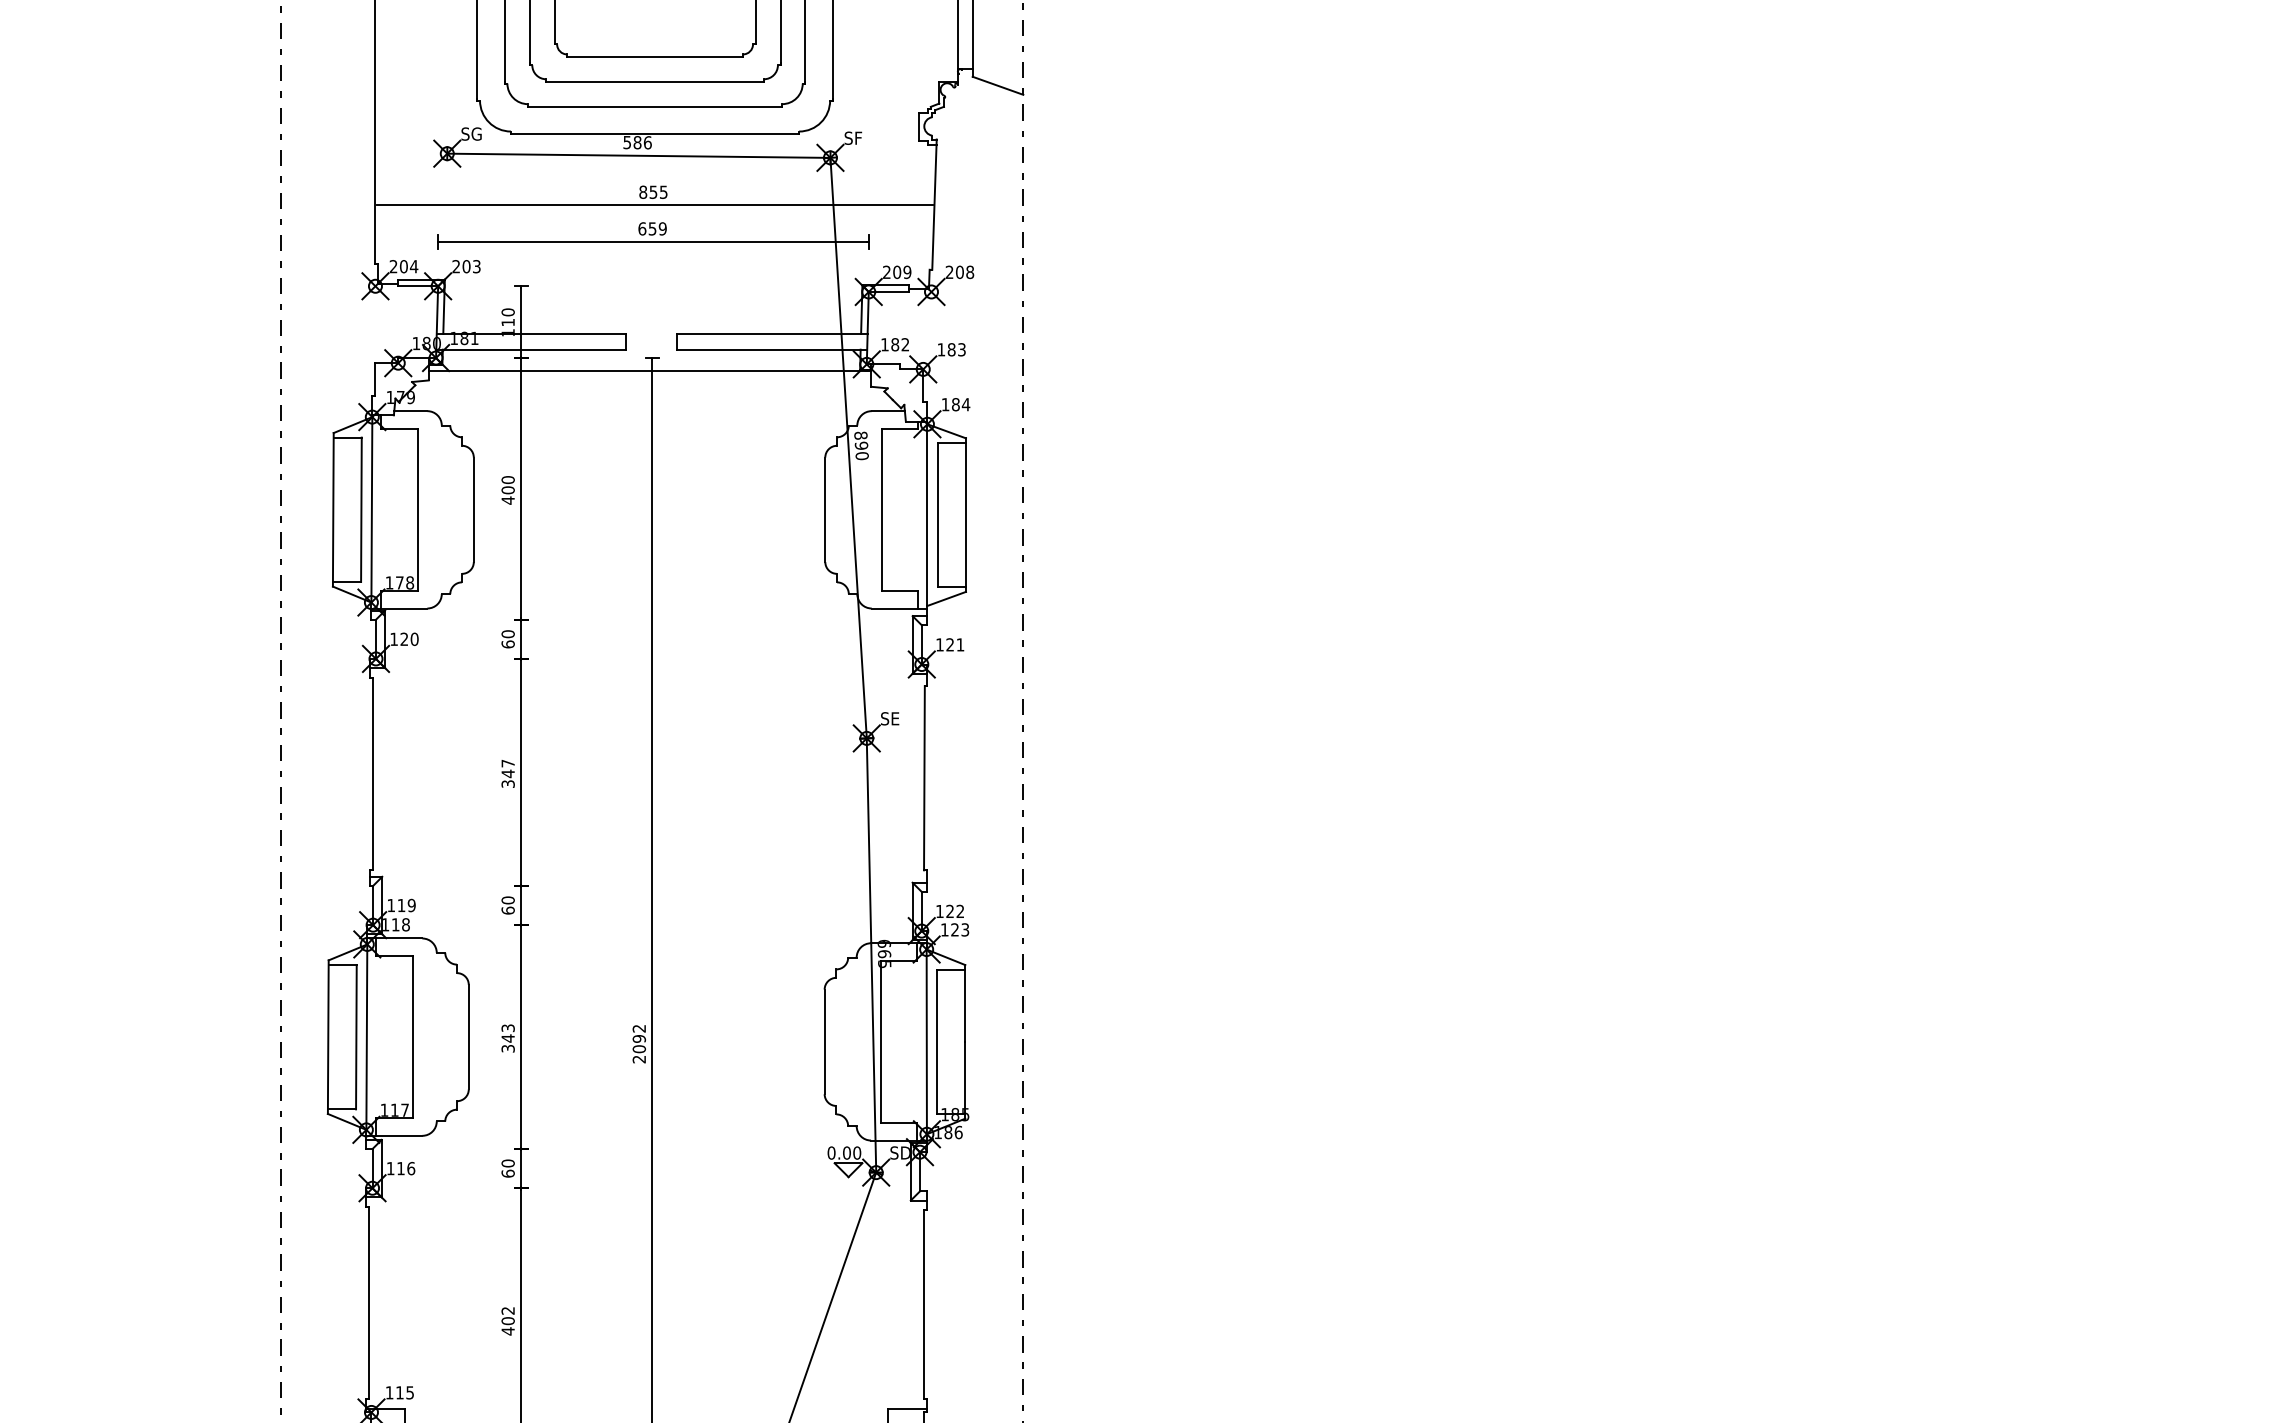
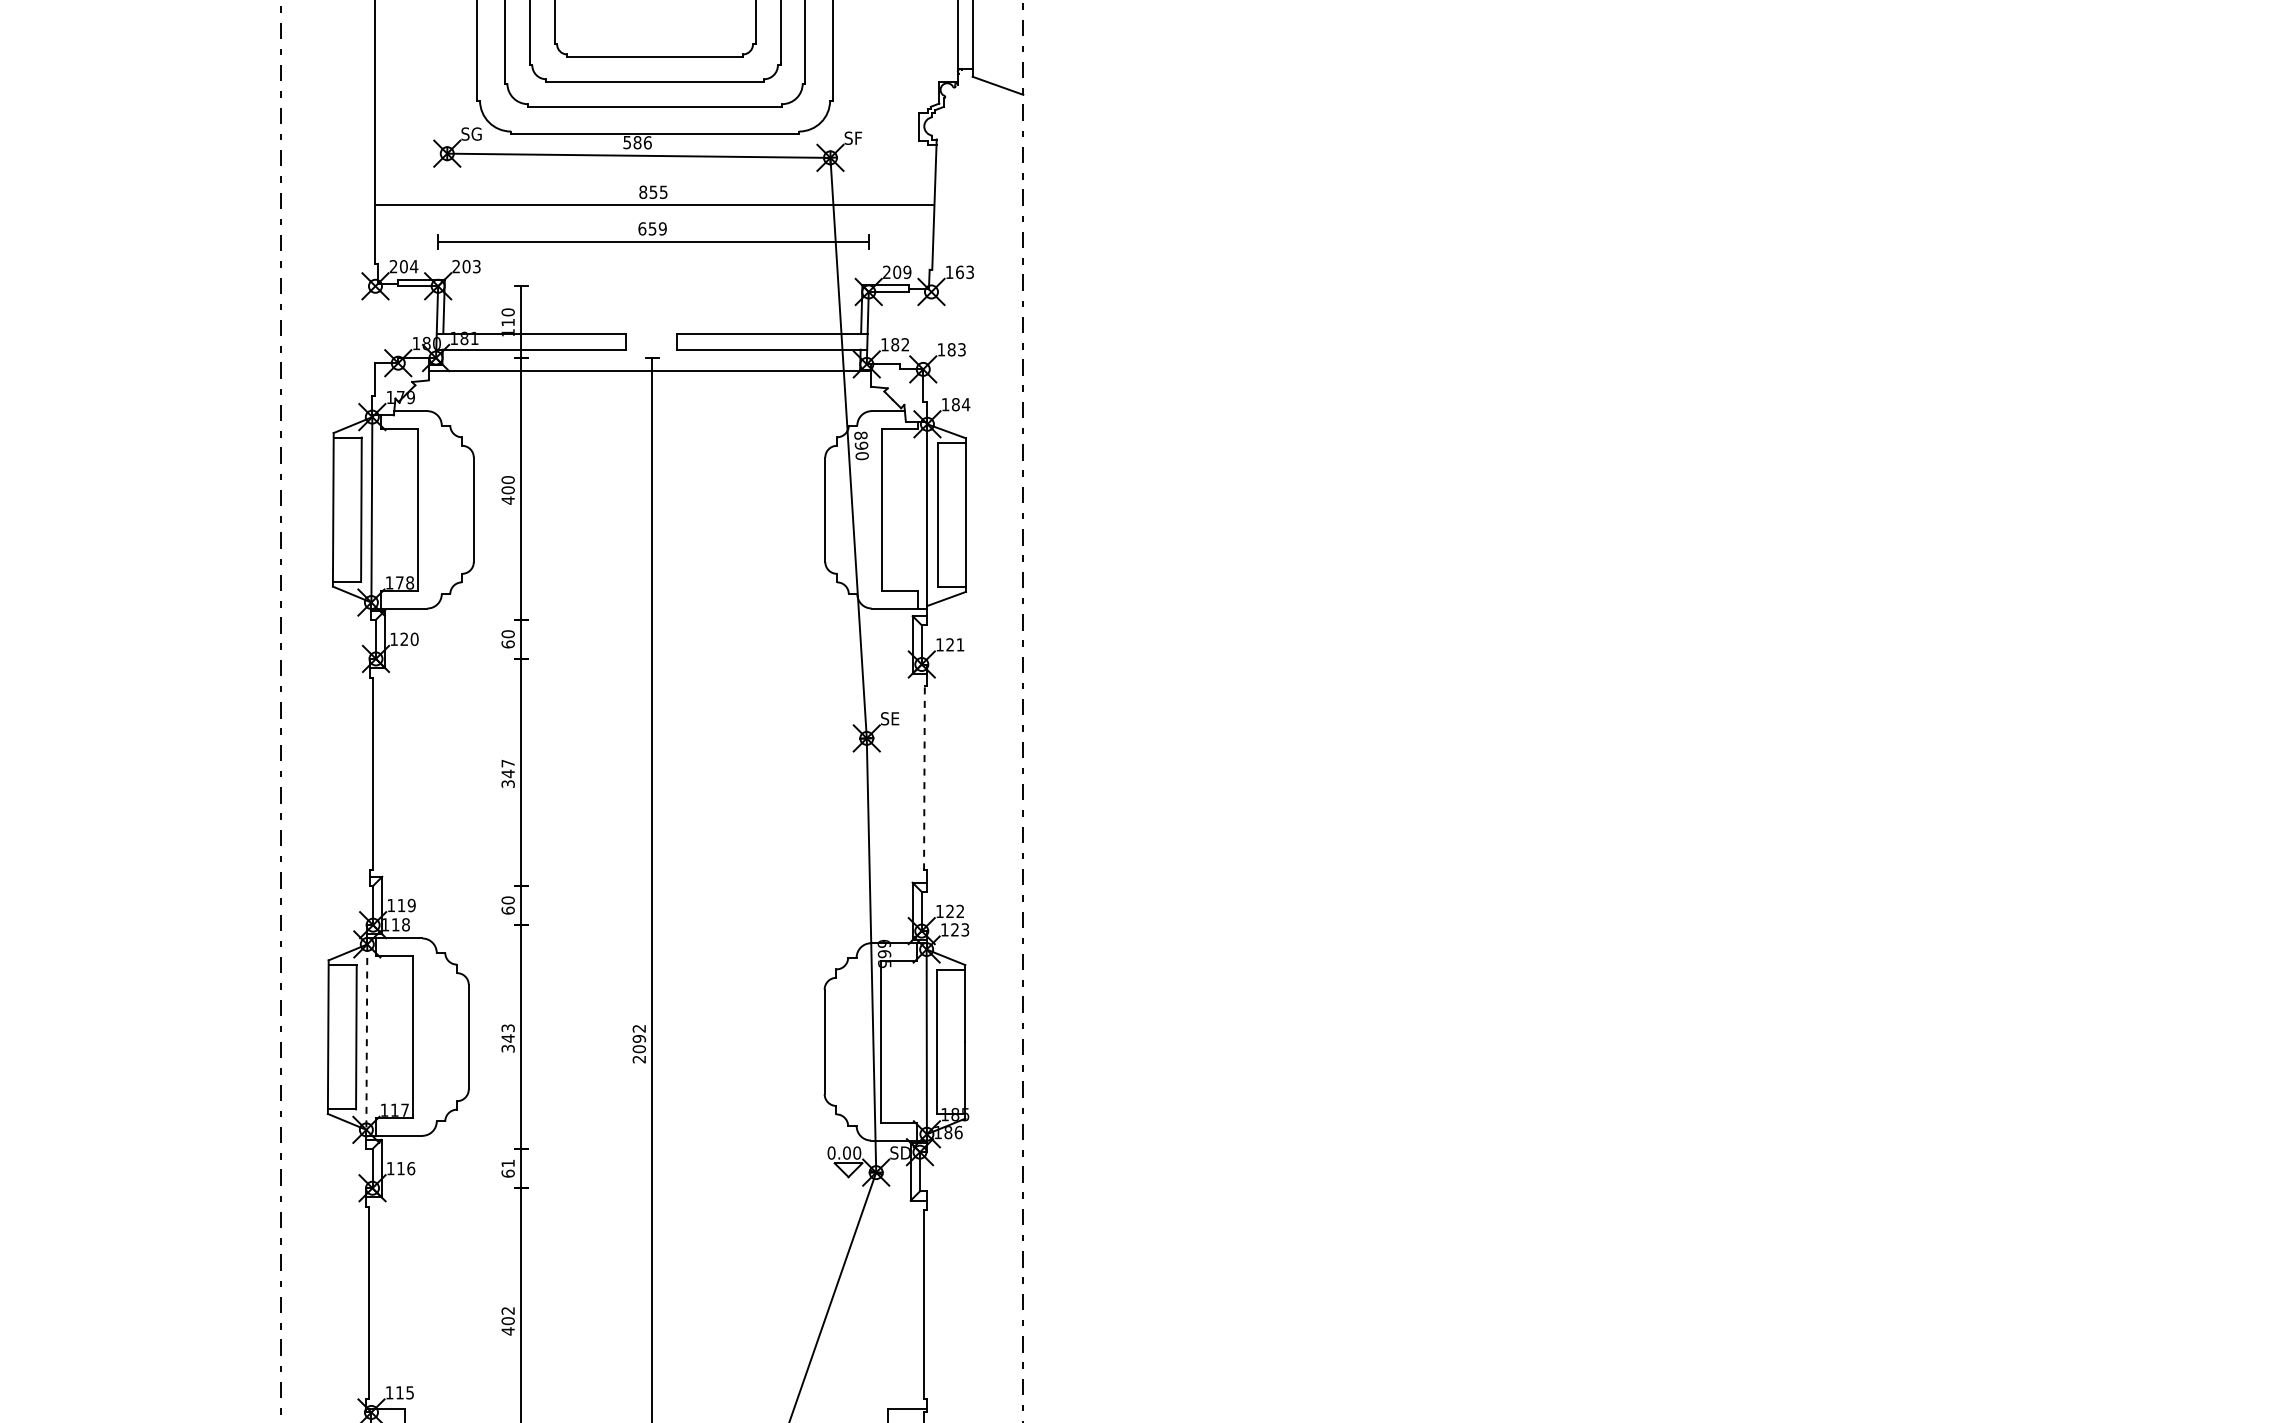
text at (959, 271): 208 -> 163
line at (924, 777): solid -> dashed
line at (366, 1037): solid -> dashed
text at (507, 1163): 60 -> 61
